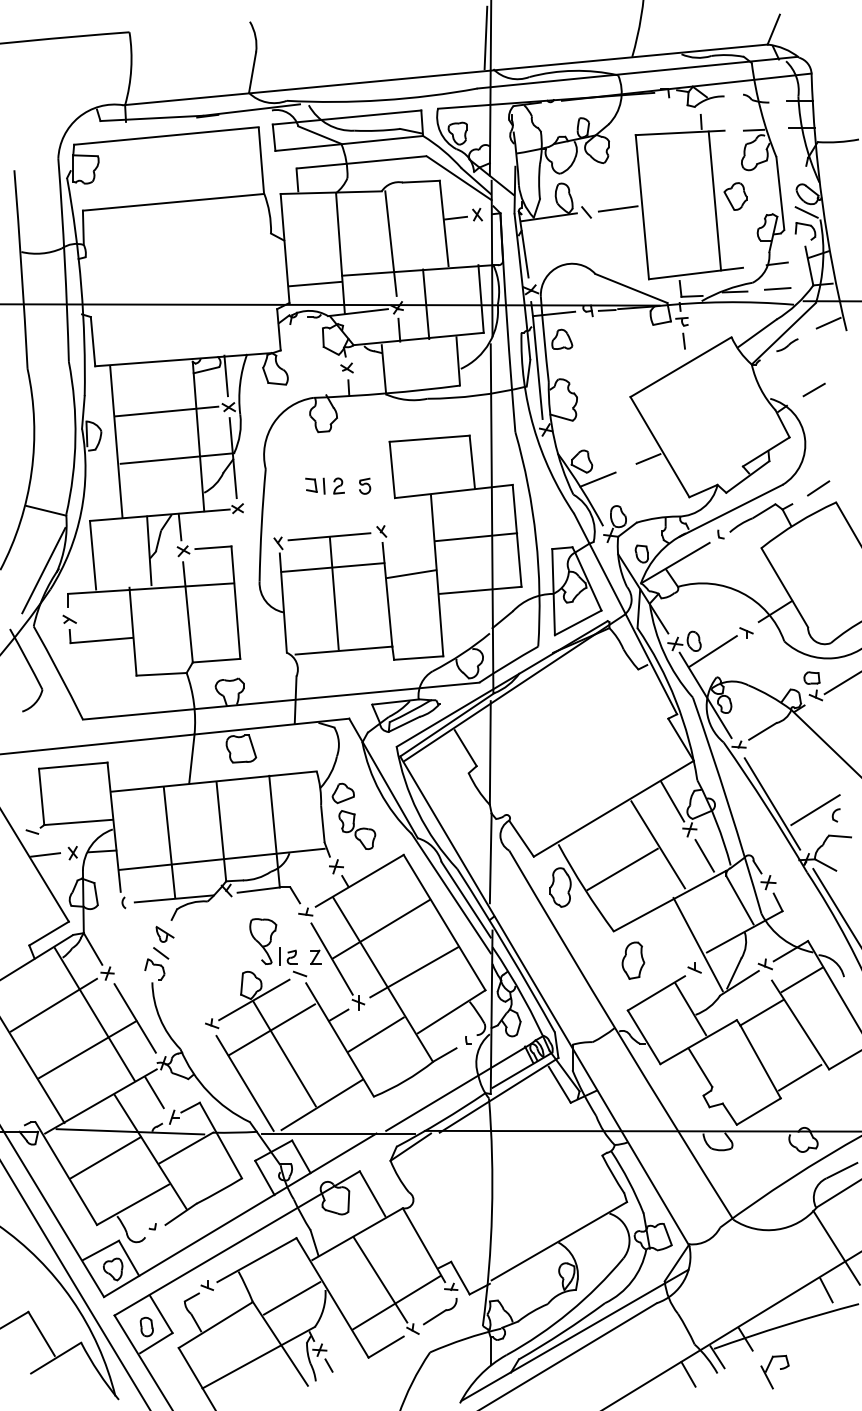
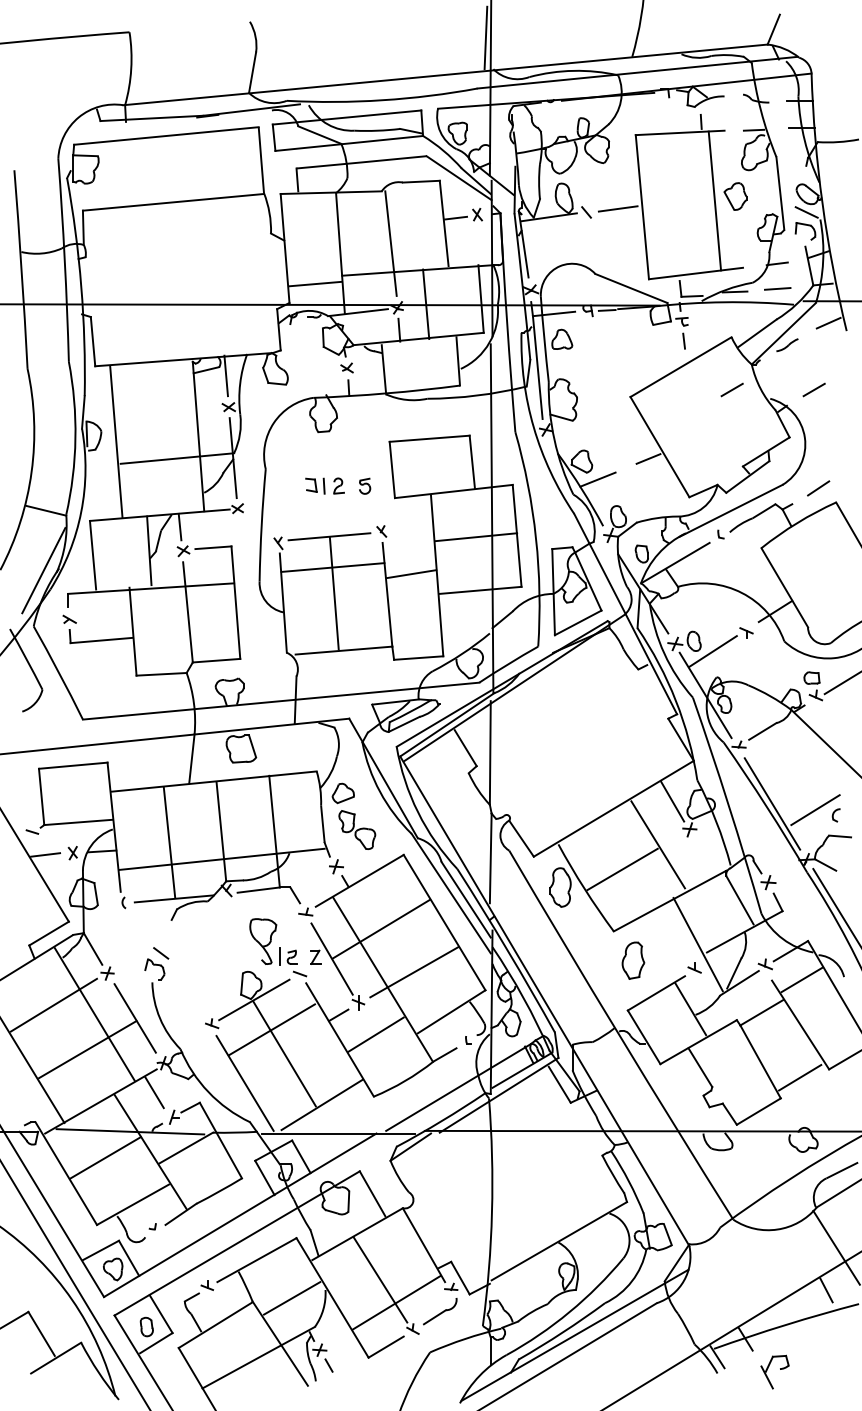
line at (731, 389): none -> present
line at (166, 411): present -> none
line at (704, 855): present -> none
part at (164, 934): present -> none
line at (688, 1374): present -> none
